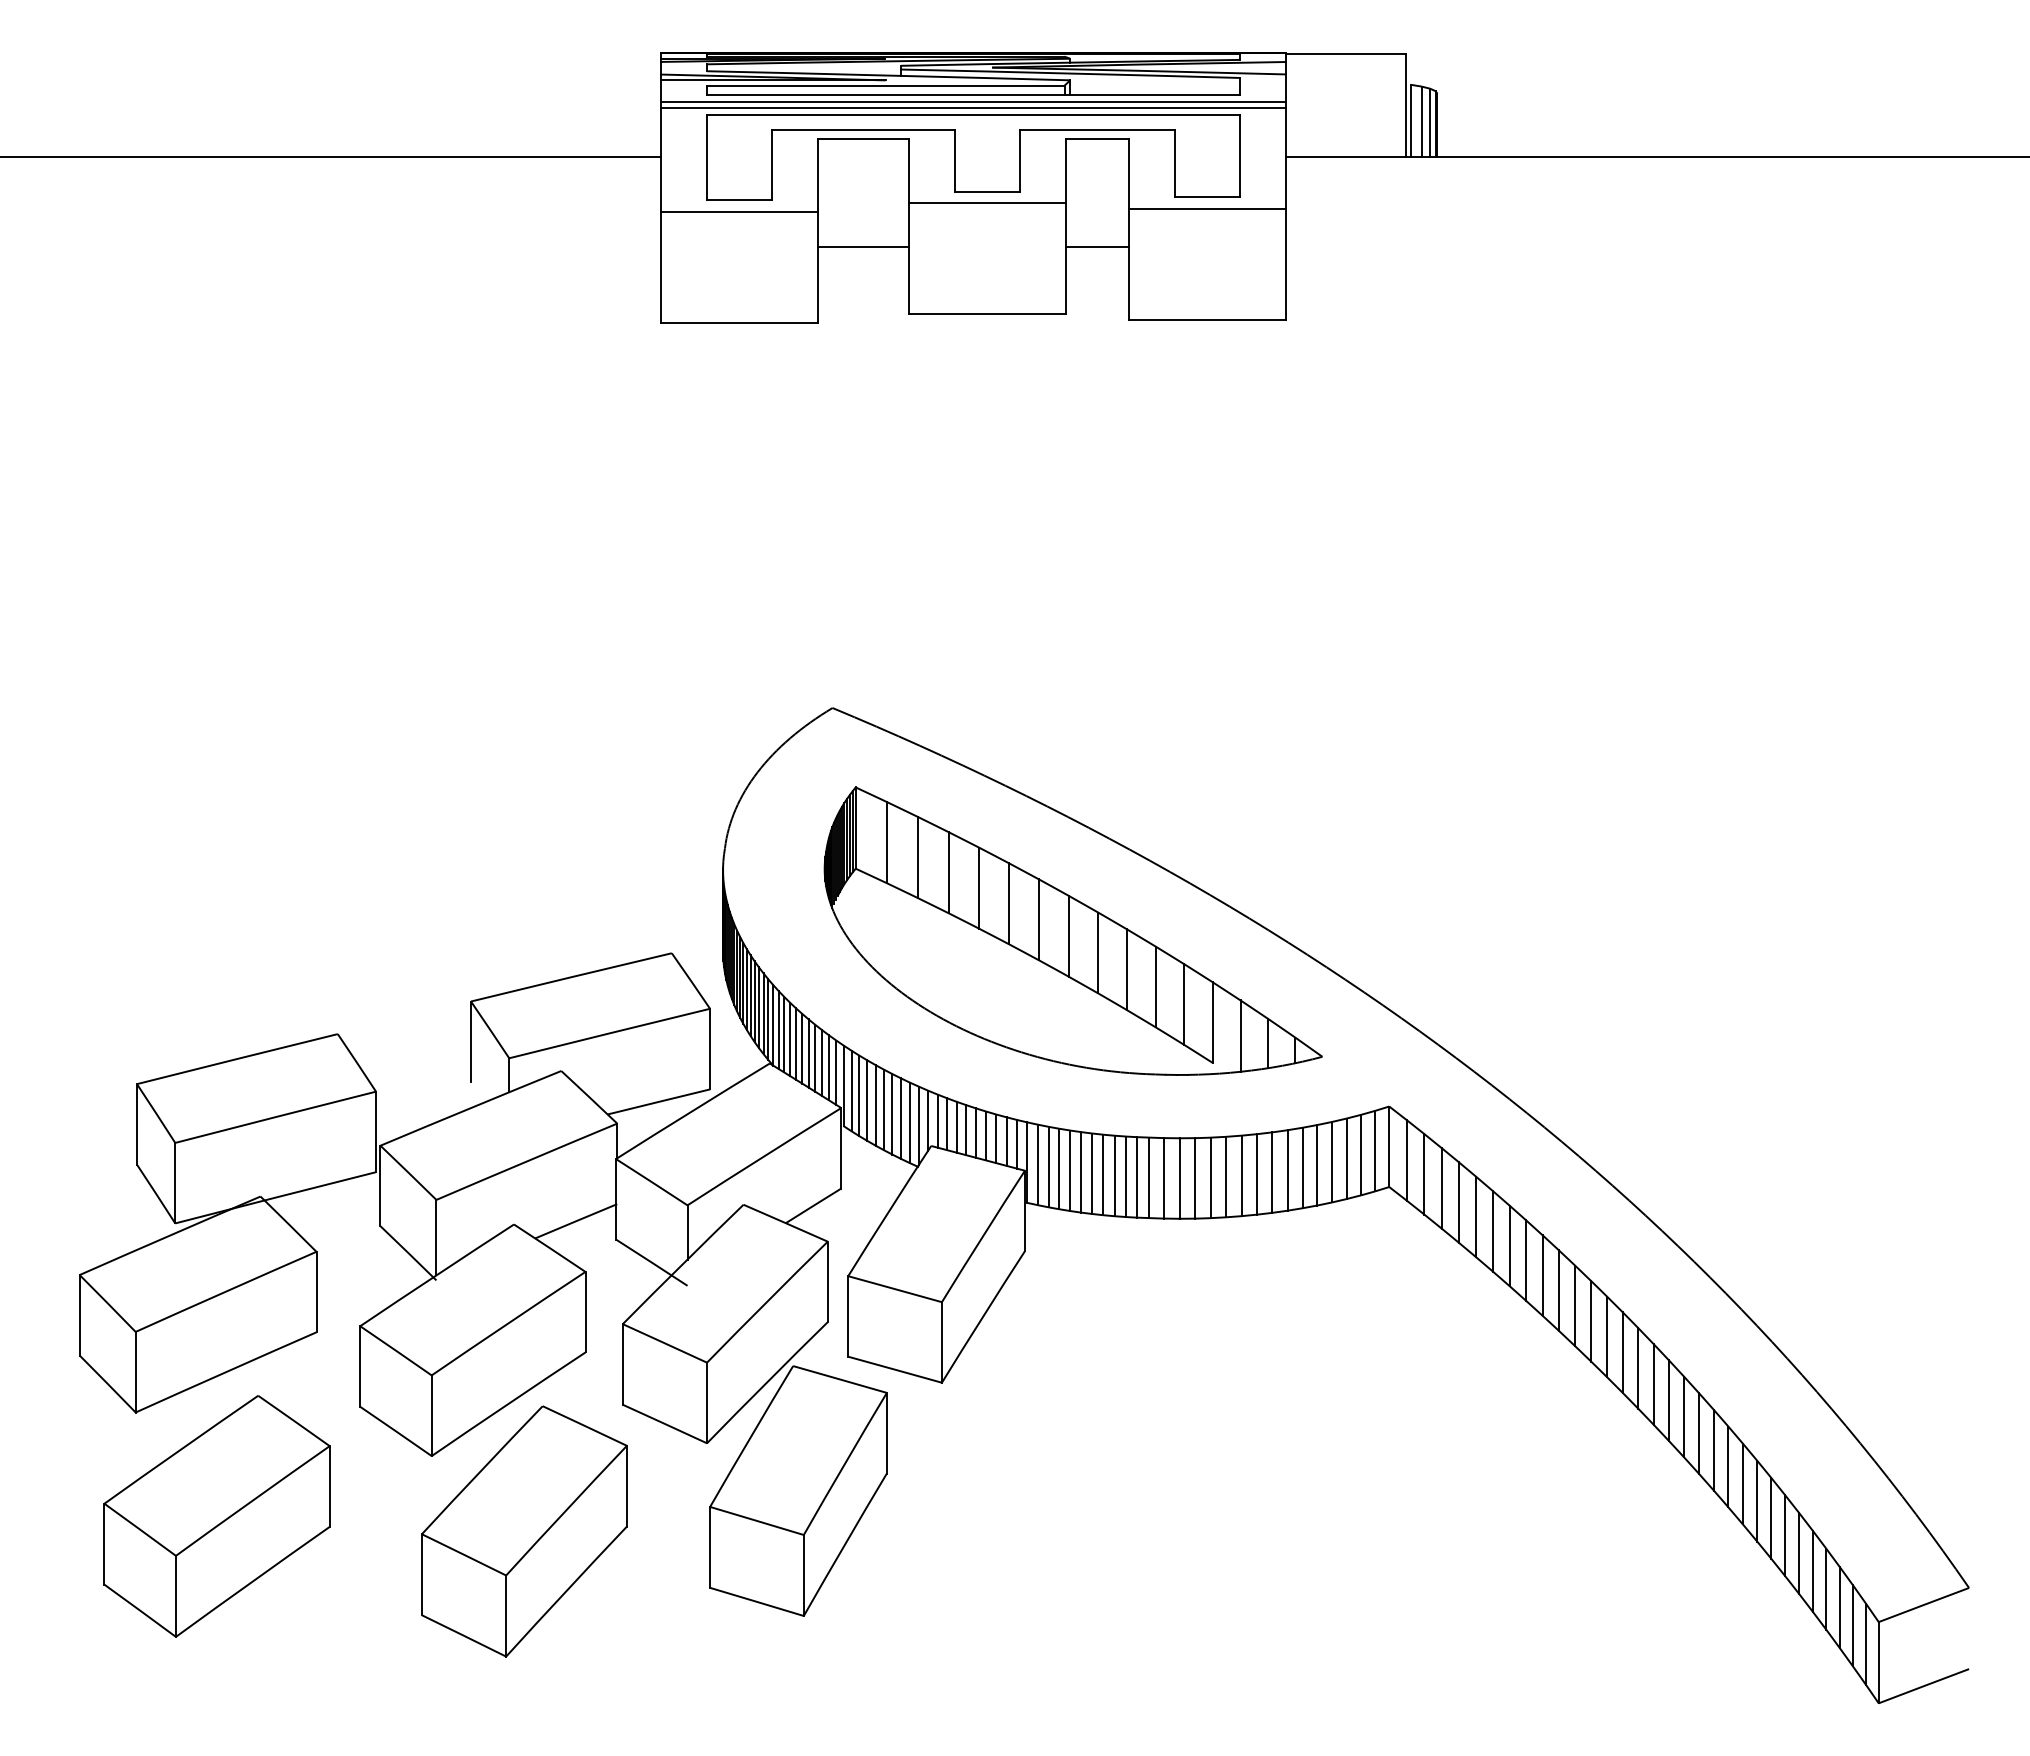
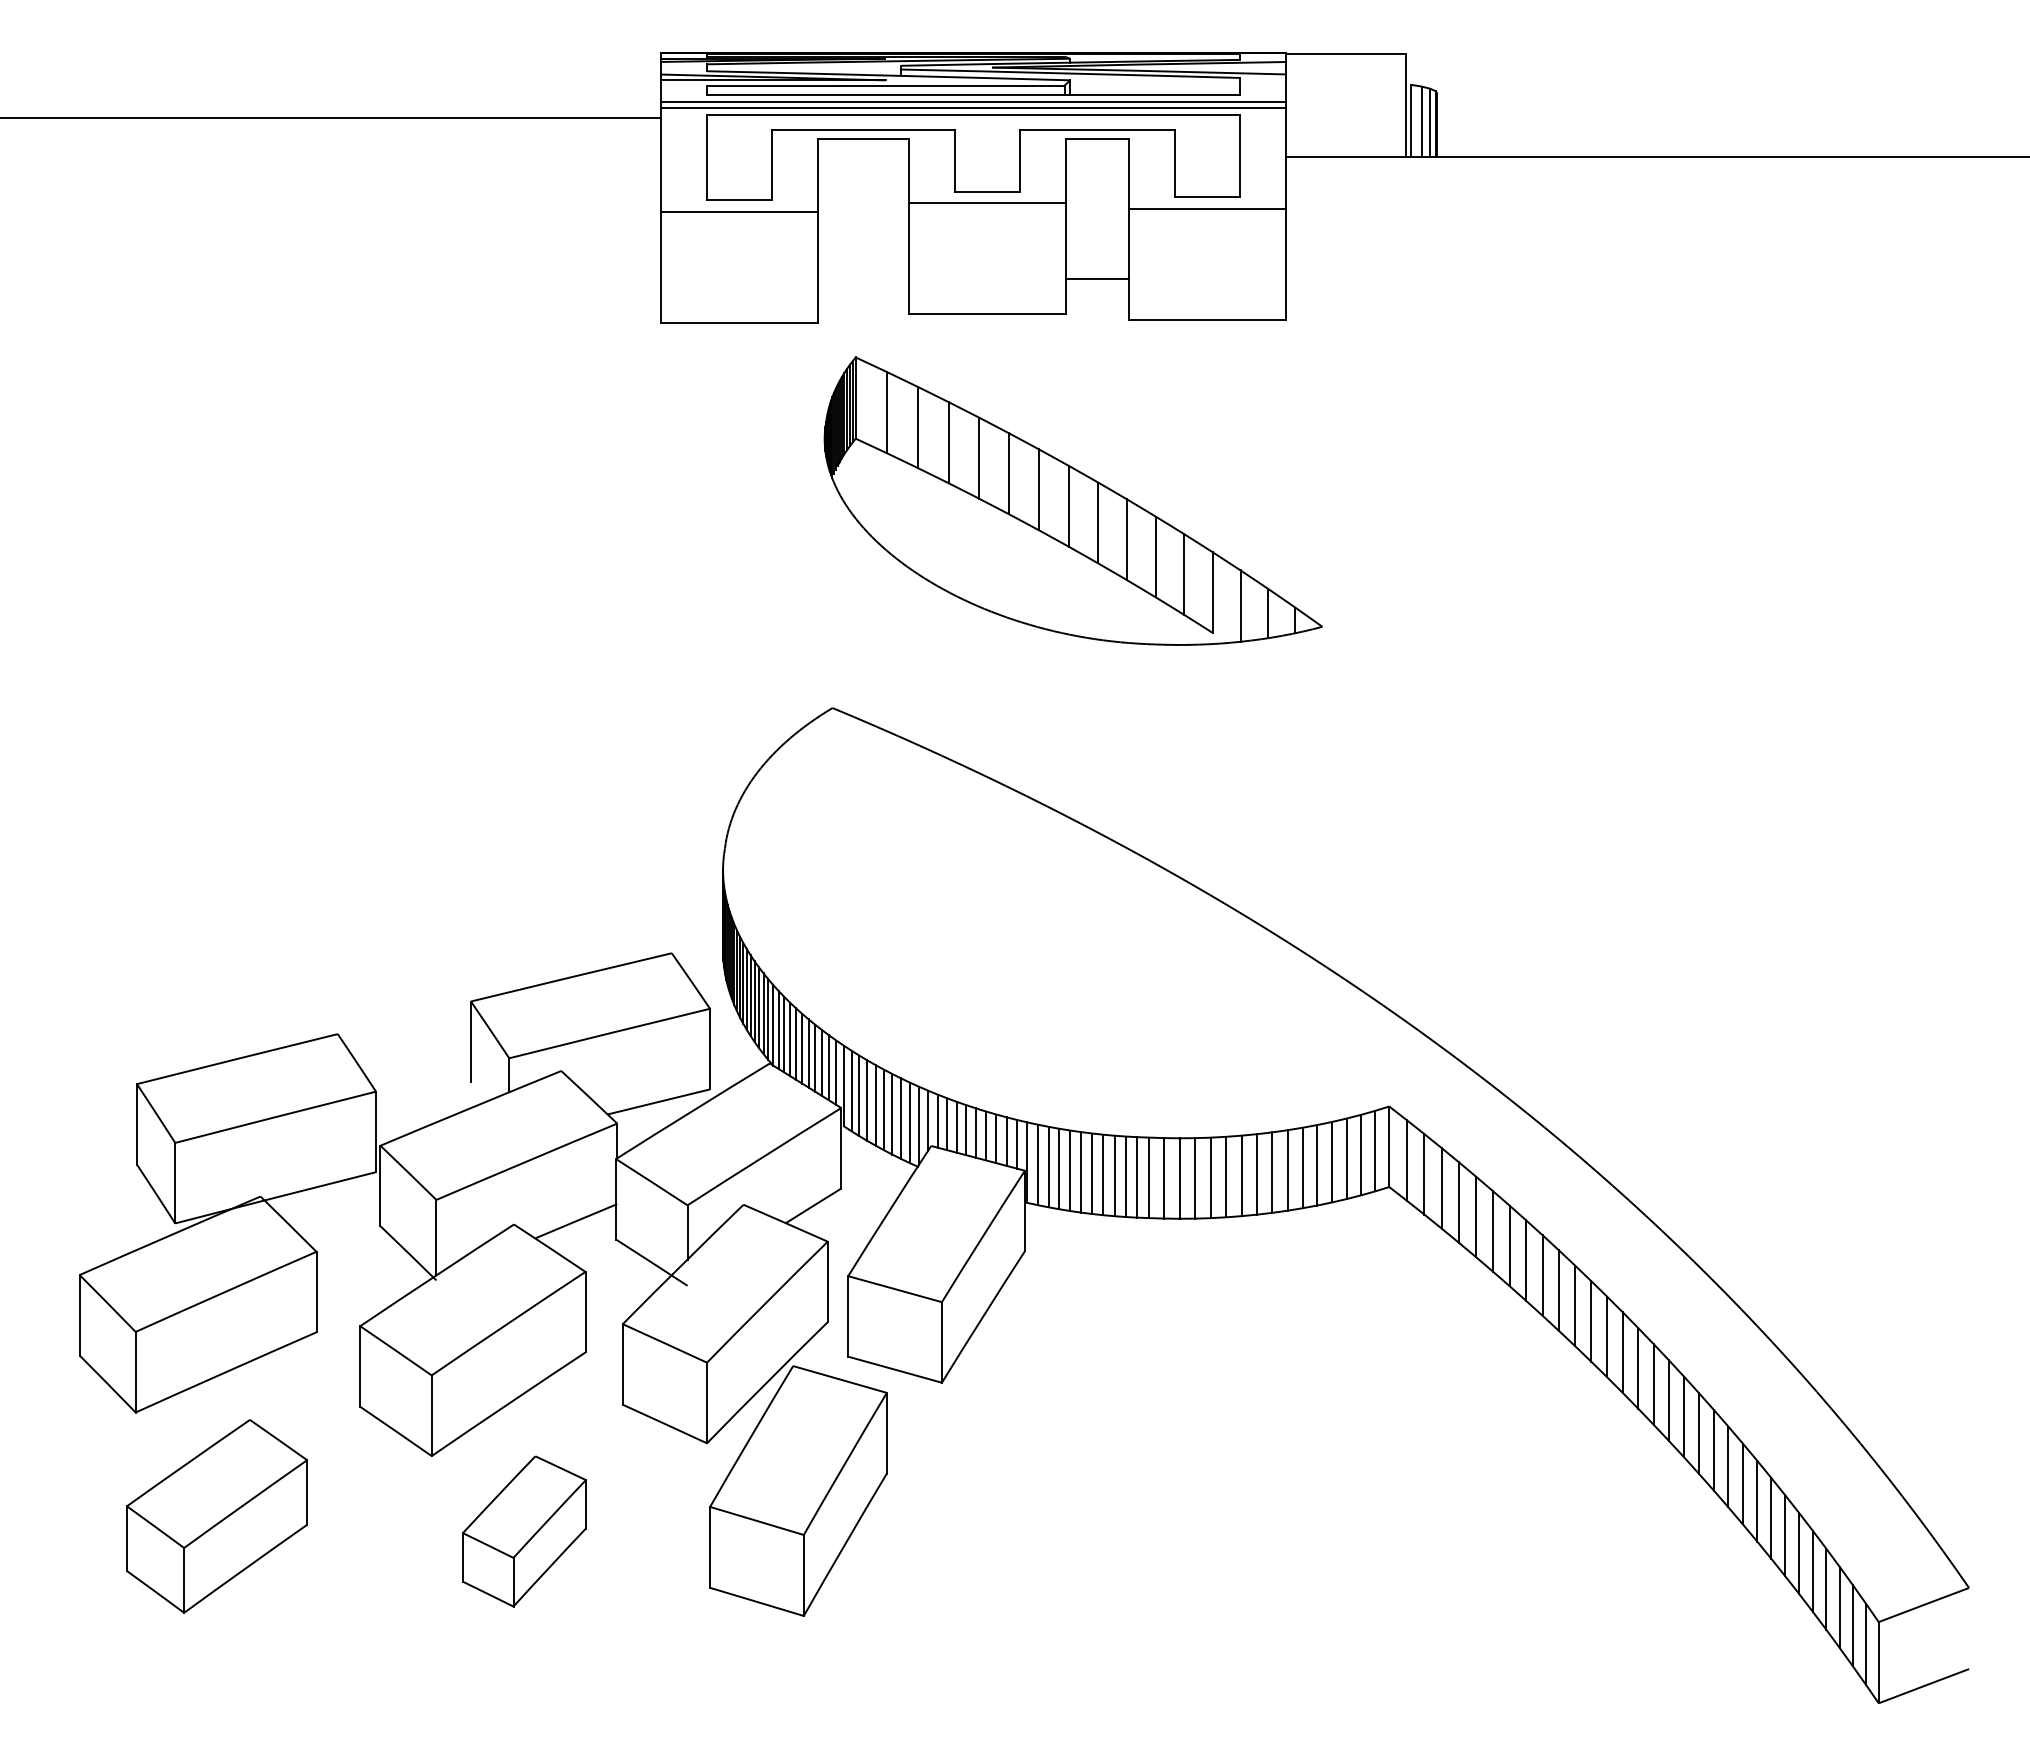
line at (331, 157) position: (331, 157) -> (331, 118)
line at (863, 247): present -> none
line at (1096, 247) position: (1096, 247) -> (1096, 279)
part at (1072, 930) position: (1072, 930) -> (1072, 500)
part at (216, 1516) size: 228x243 px -> 182x195 px
part at (524, 1531) size: 207x253 px -> 125x153 px
